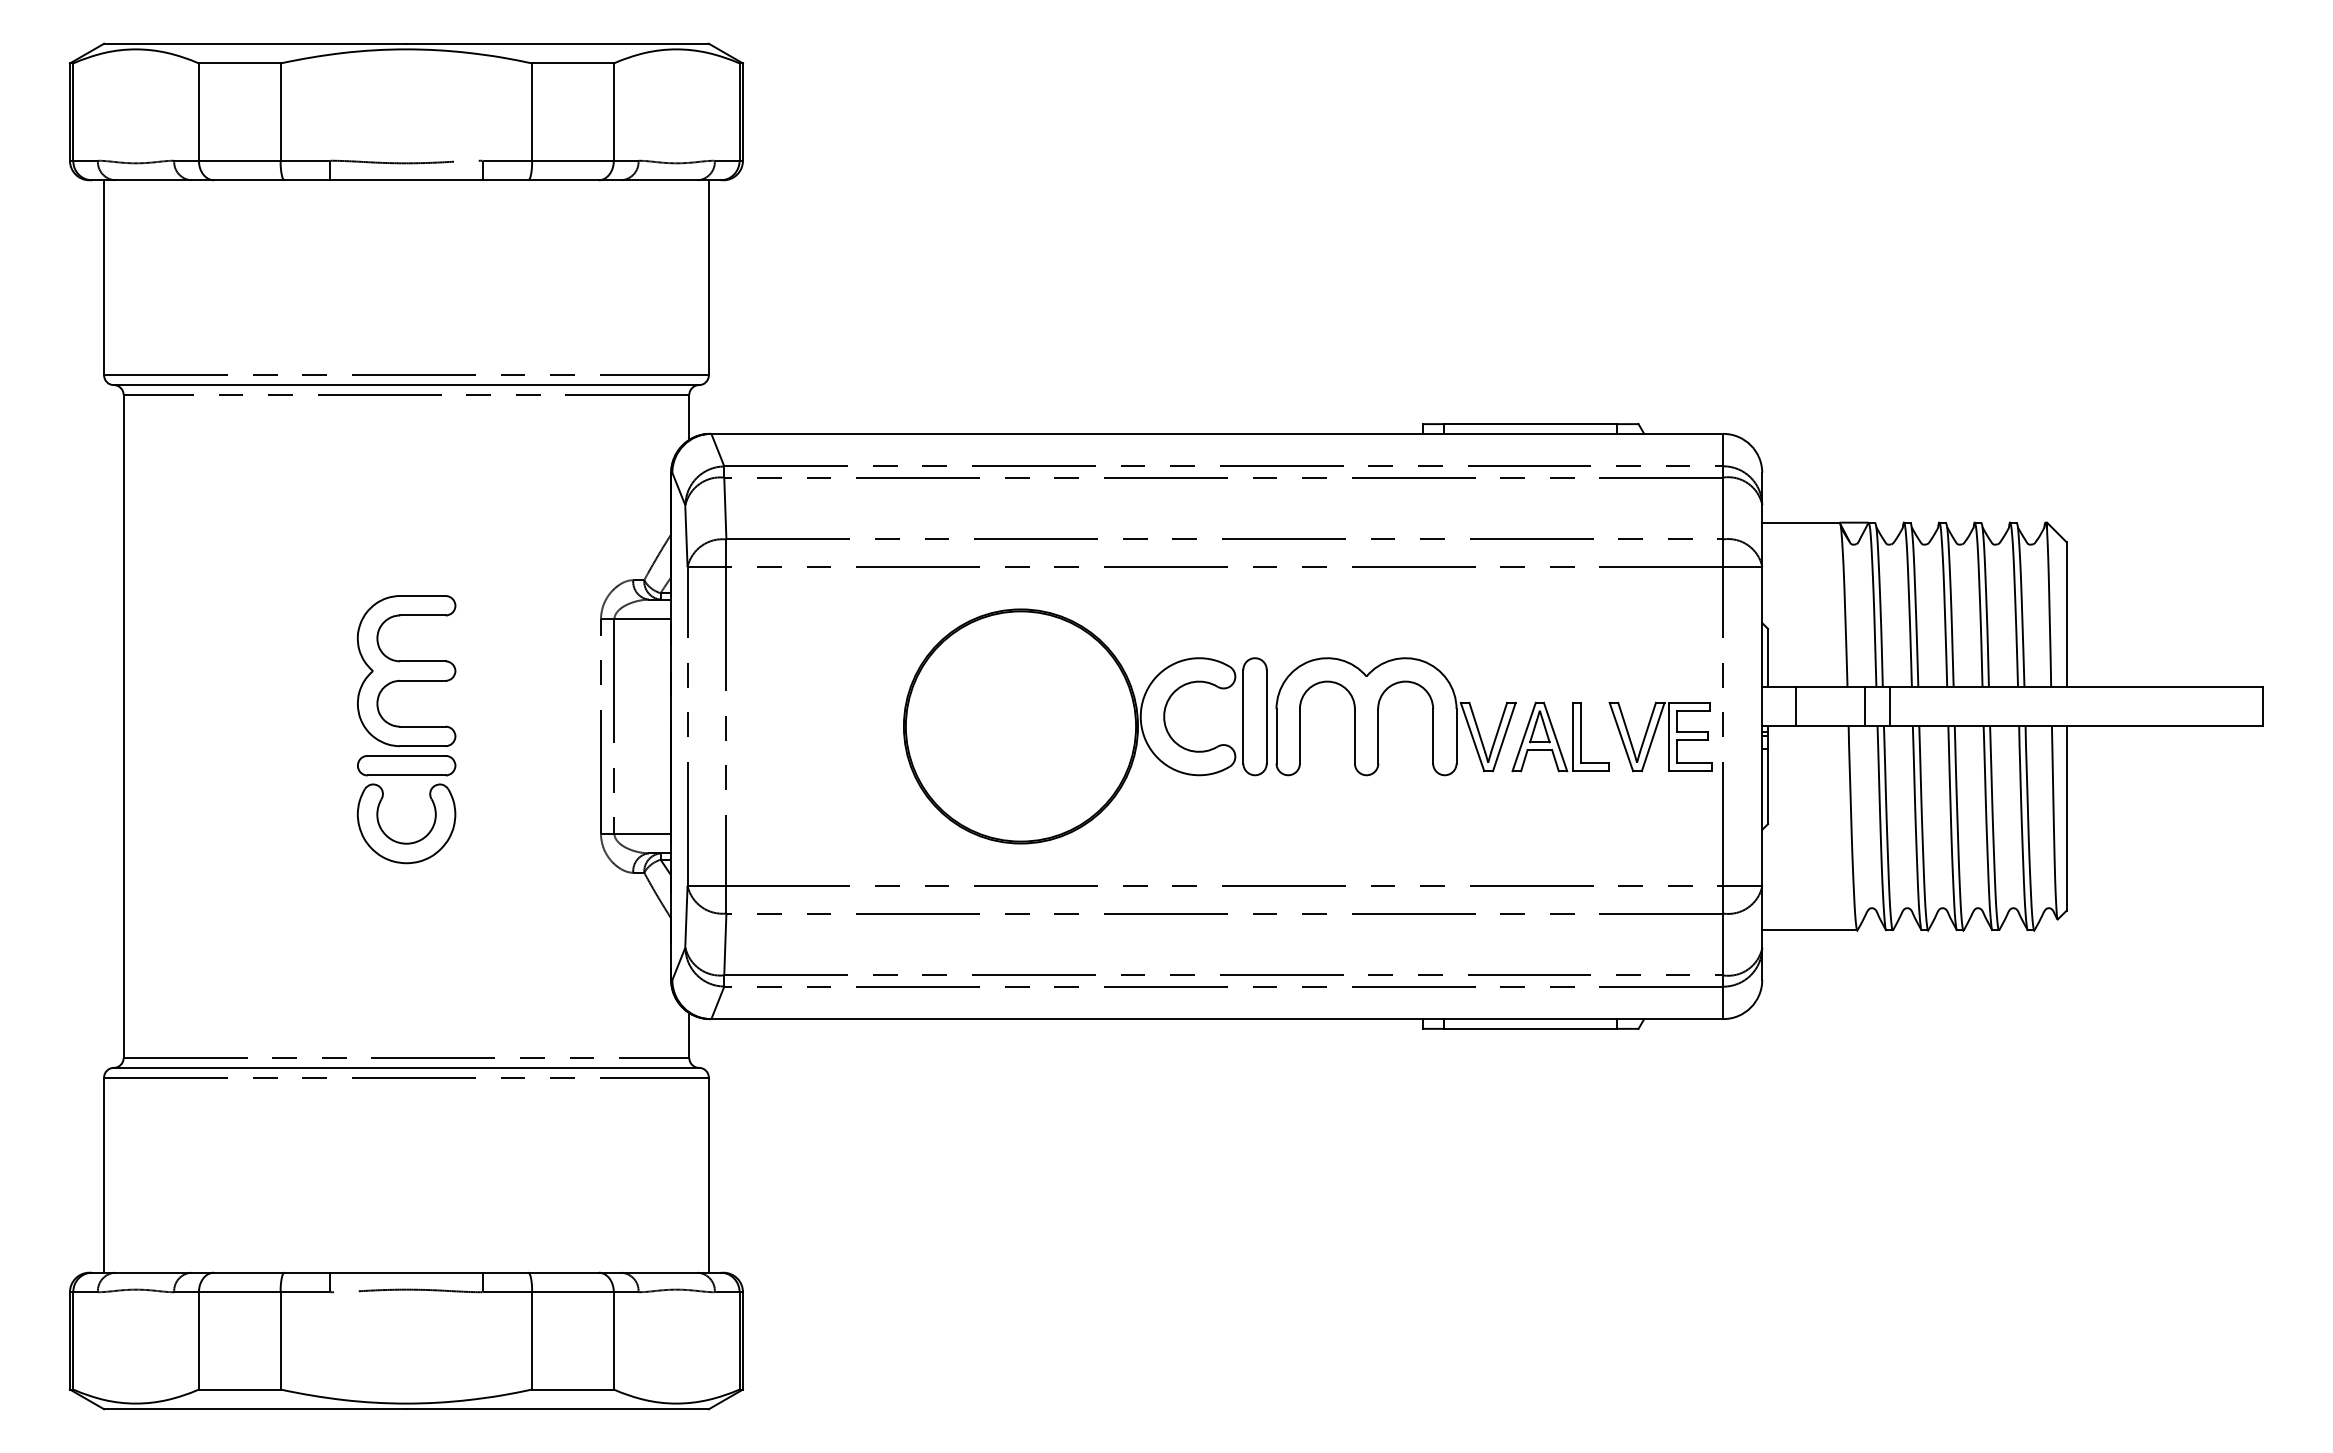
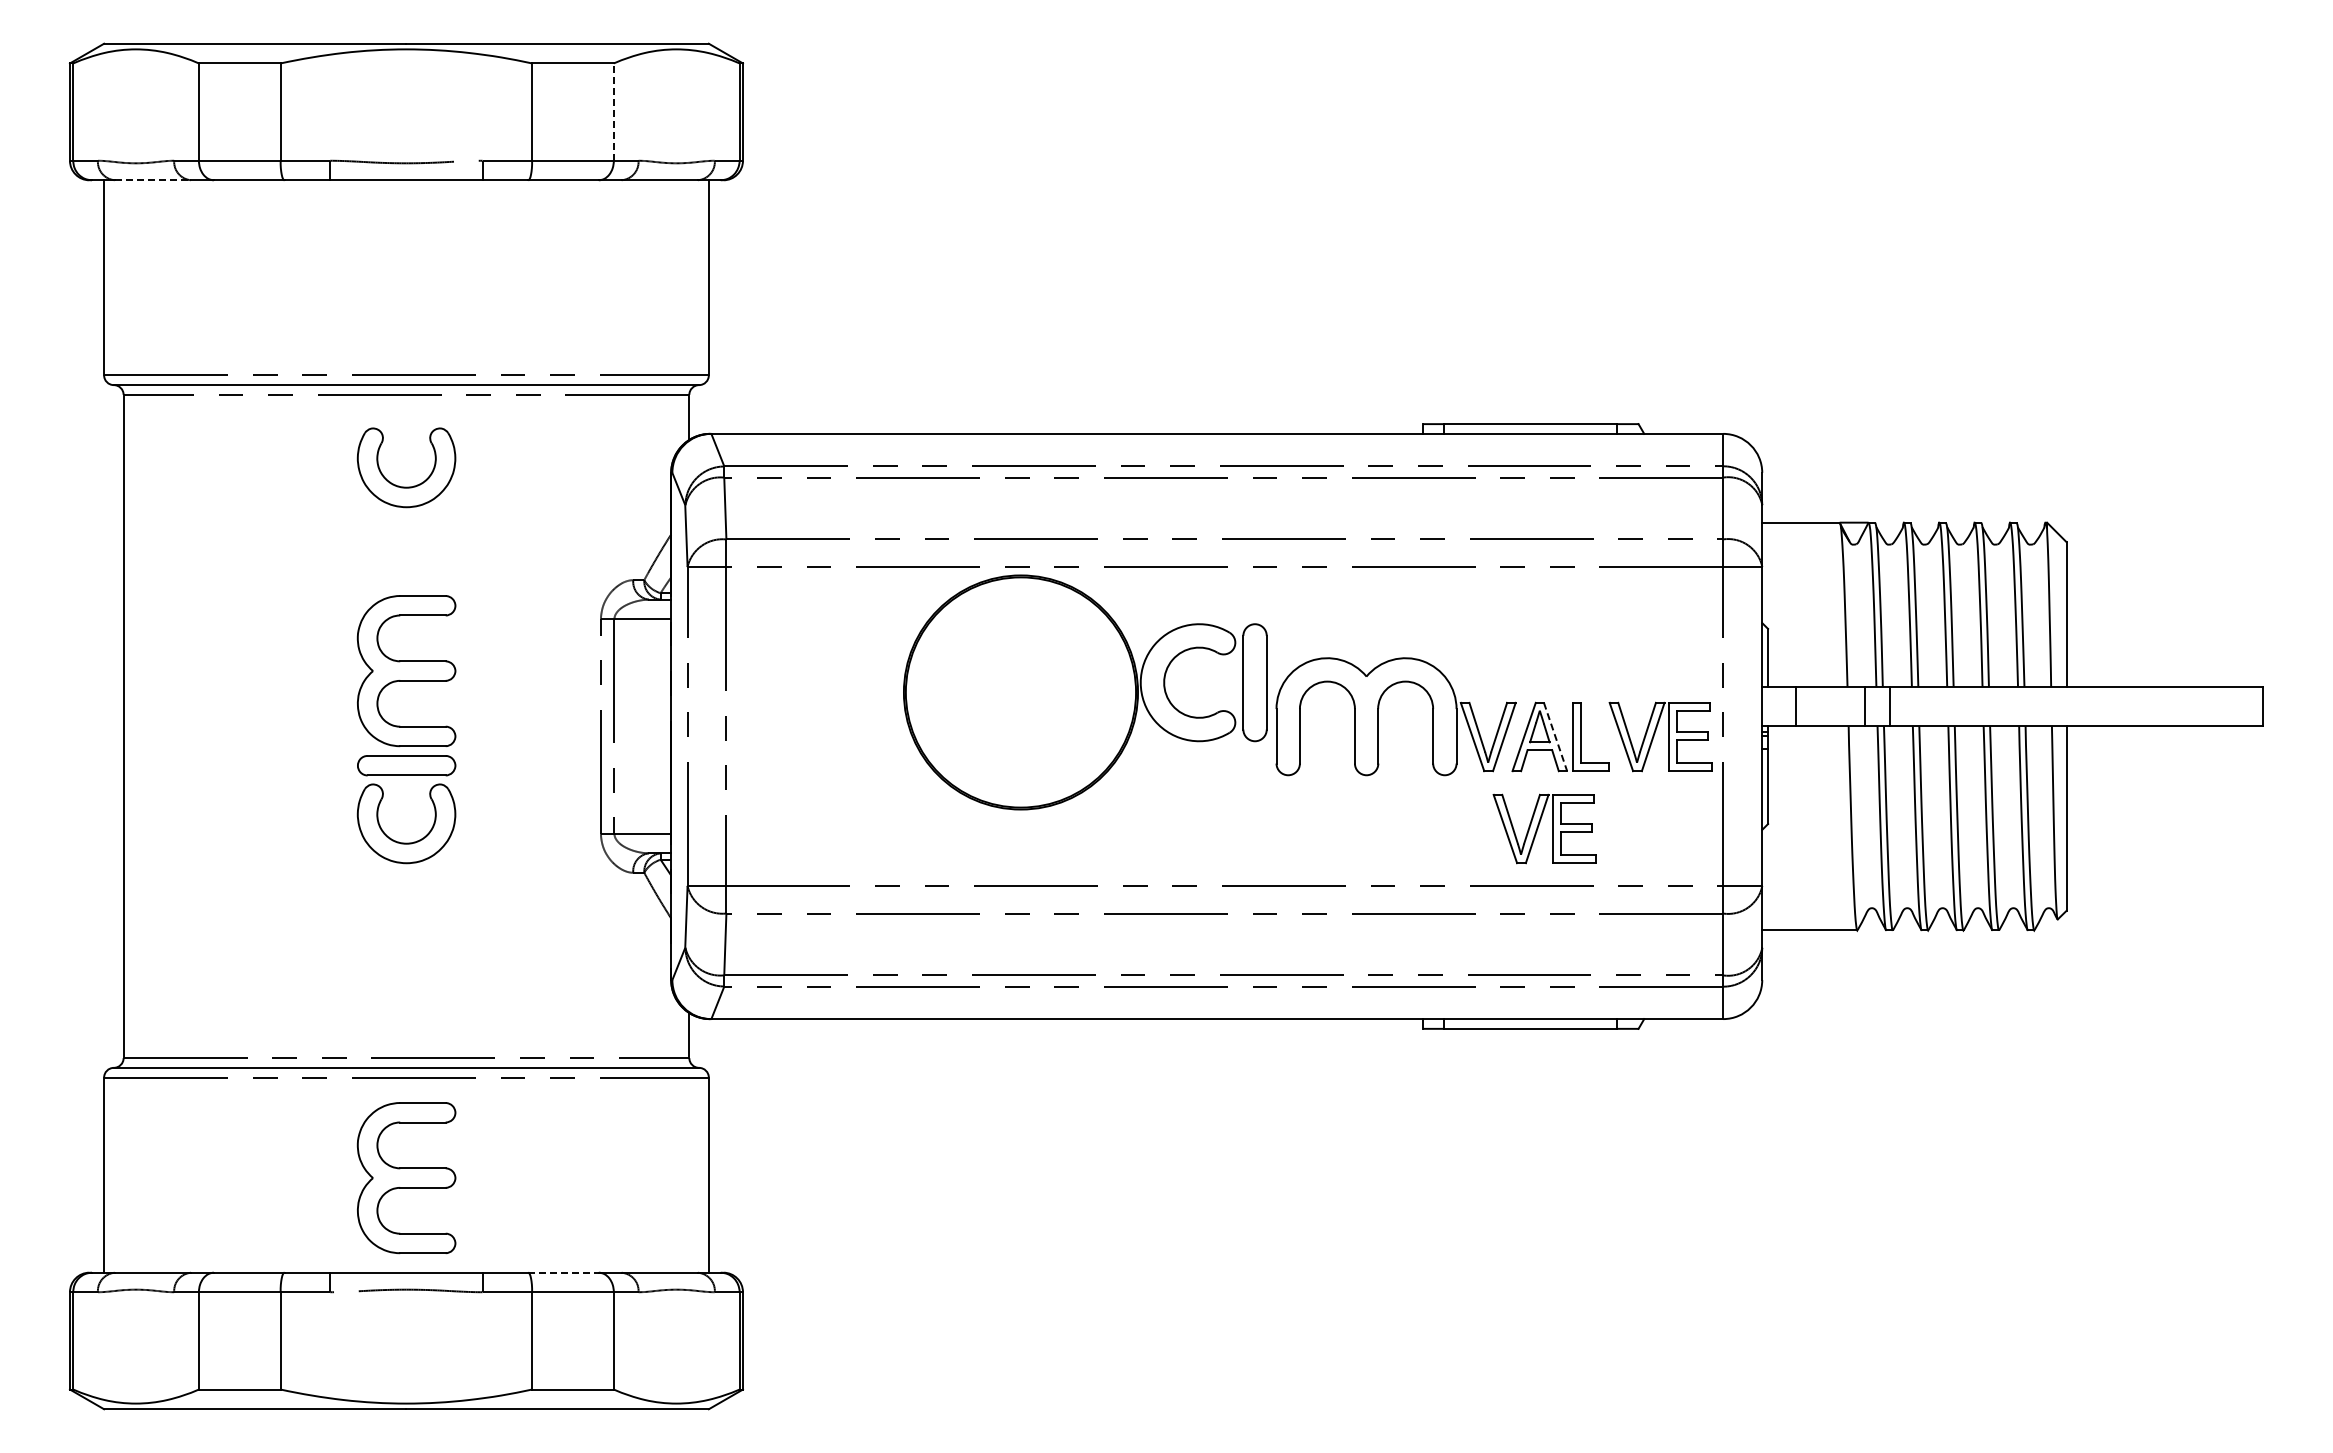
line at (613, 112): solid -> dashed
line at (153, 180): solid -> dashed
part at (406, 486): none -> present
part at (1085, 726) position: (1085, 726) -> (1085, 692)
line at (1555, 737): solid -> dashed
part at (1544, 828): none -> present
part at (406, 1178): none -> present
line at (564, 1272): solid -> dashed
